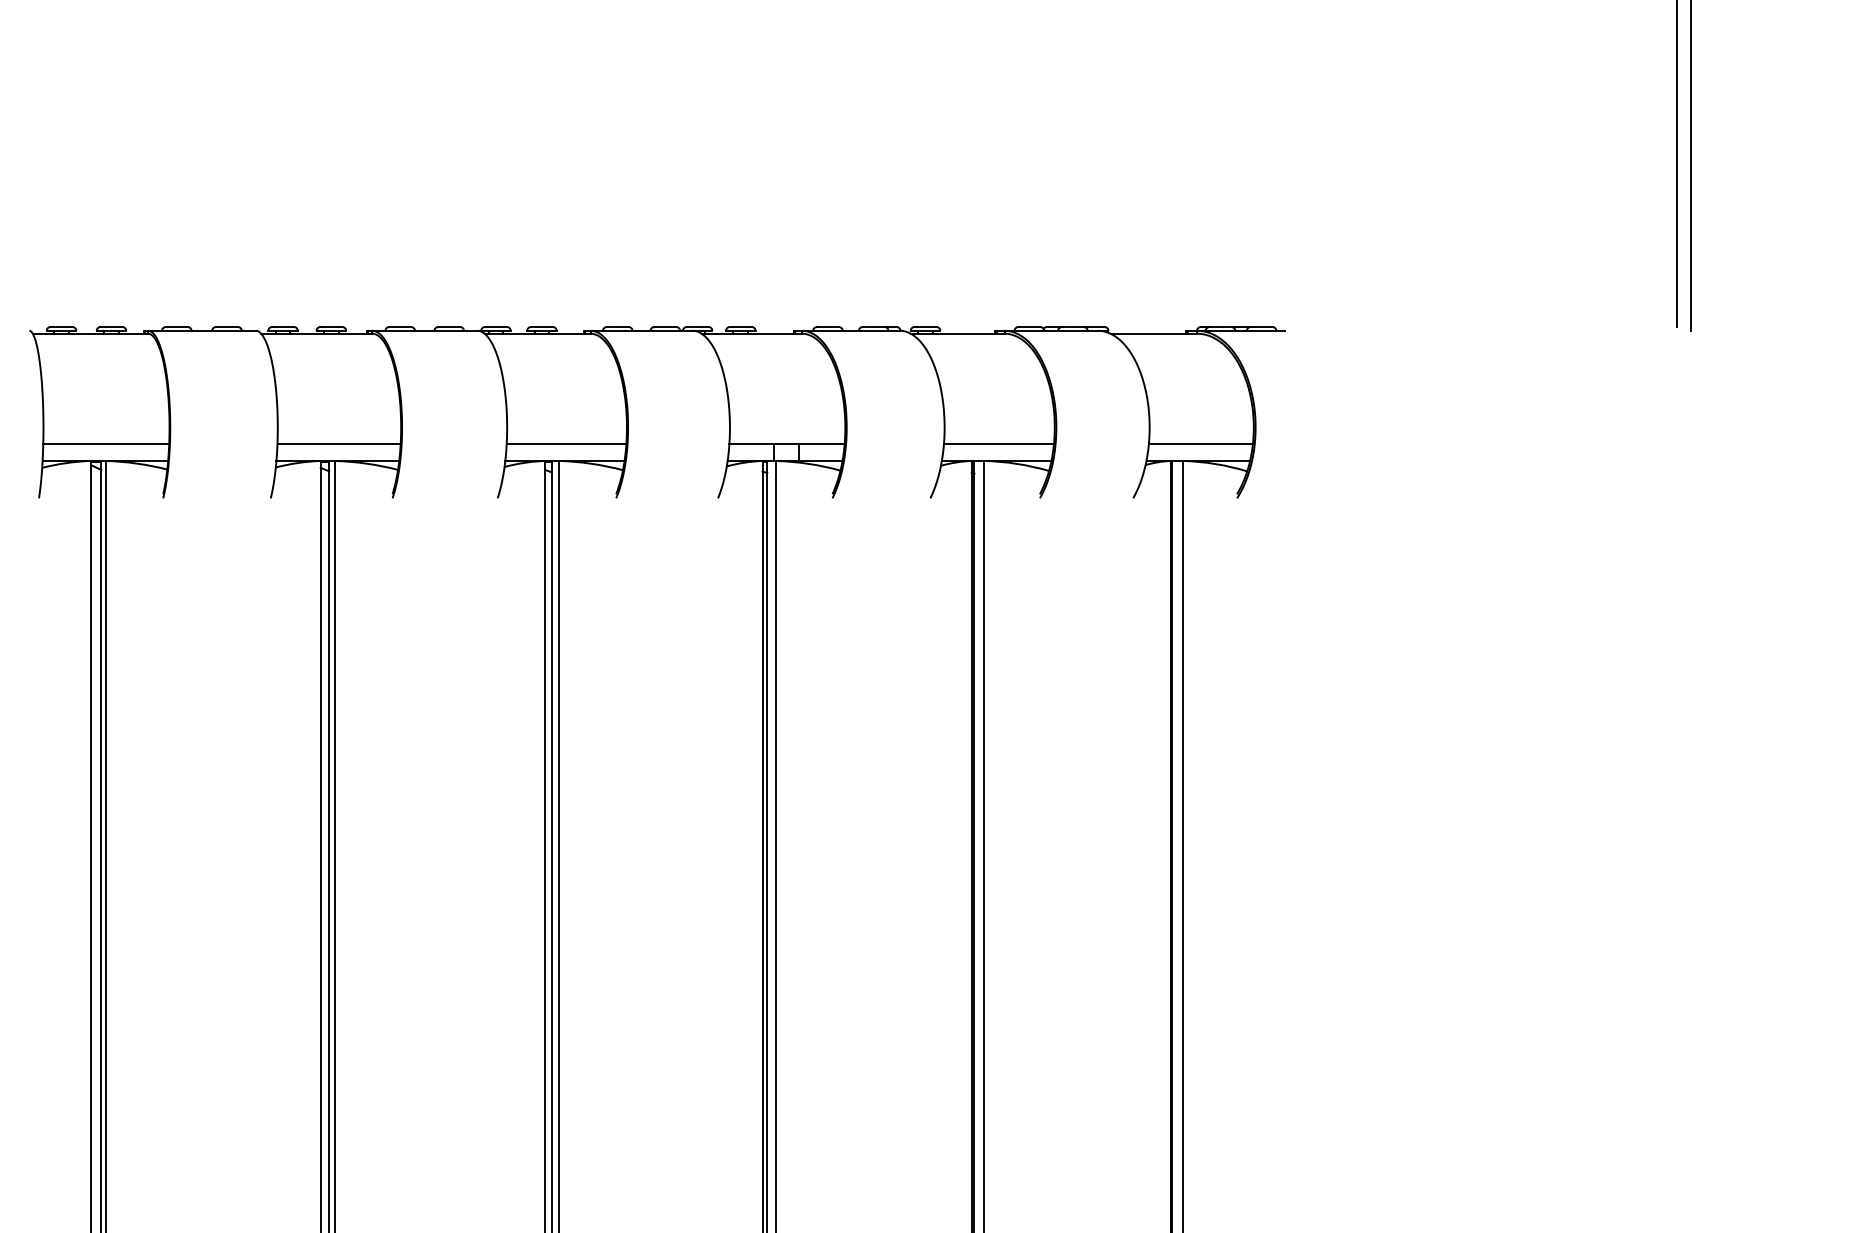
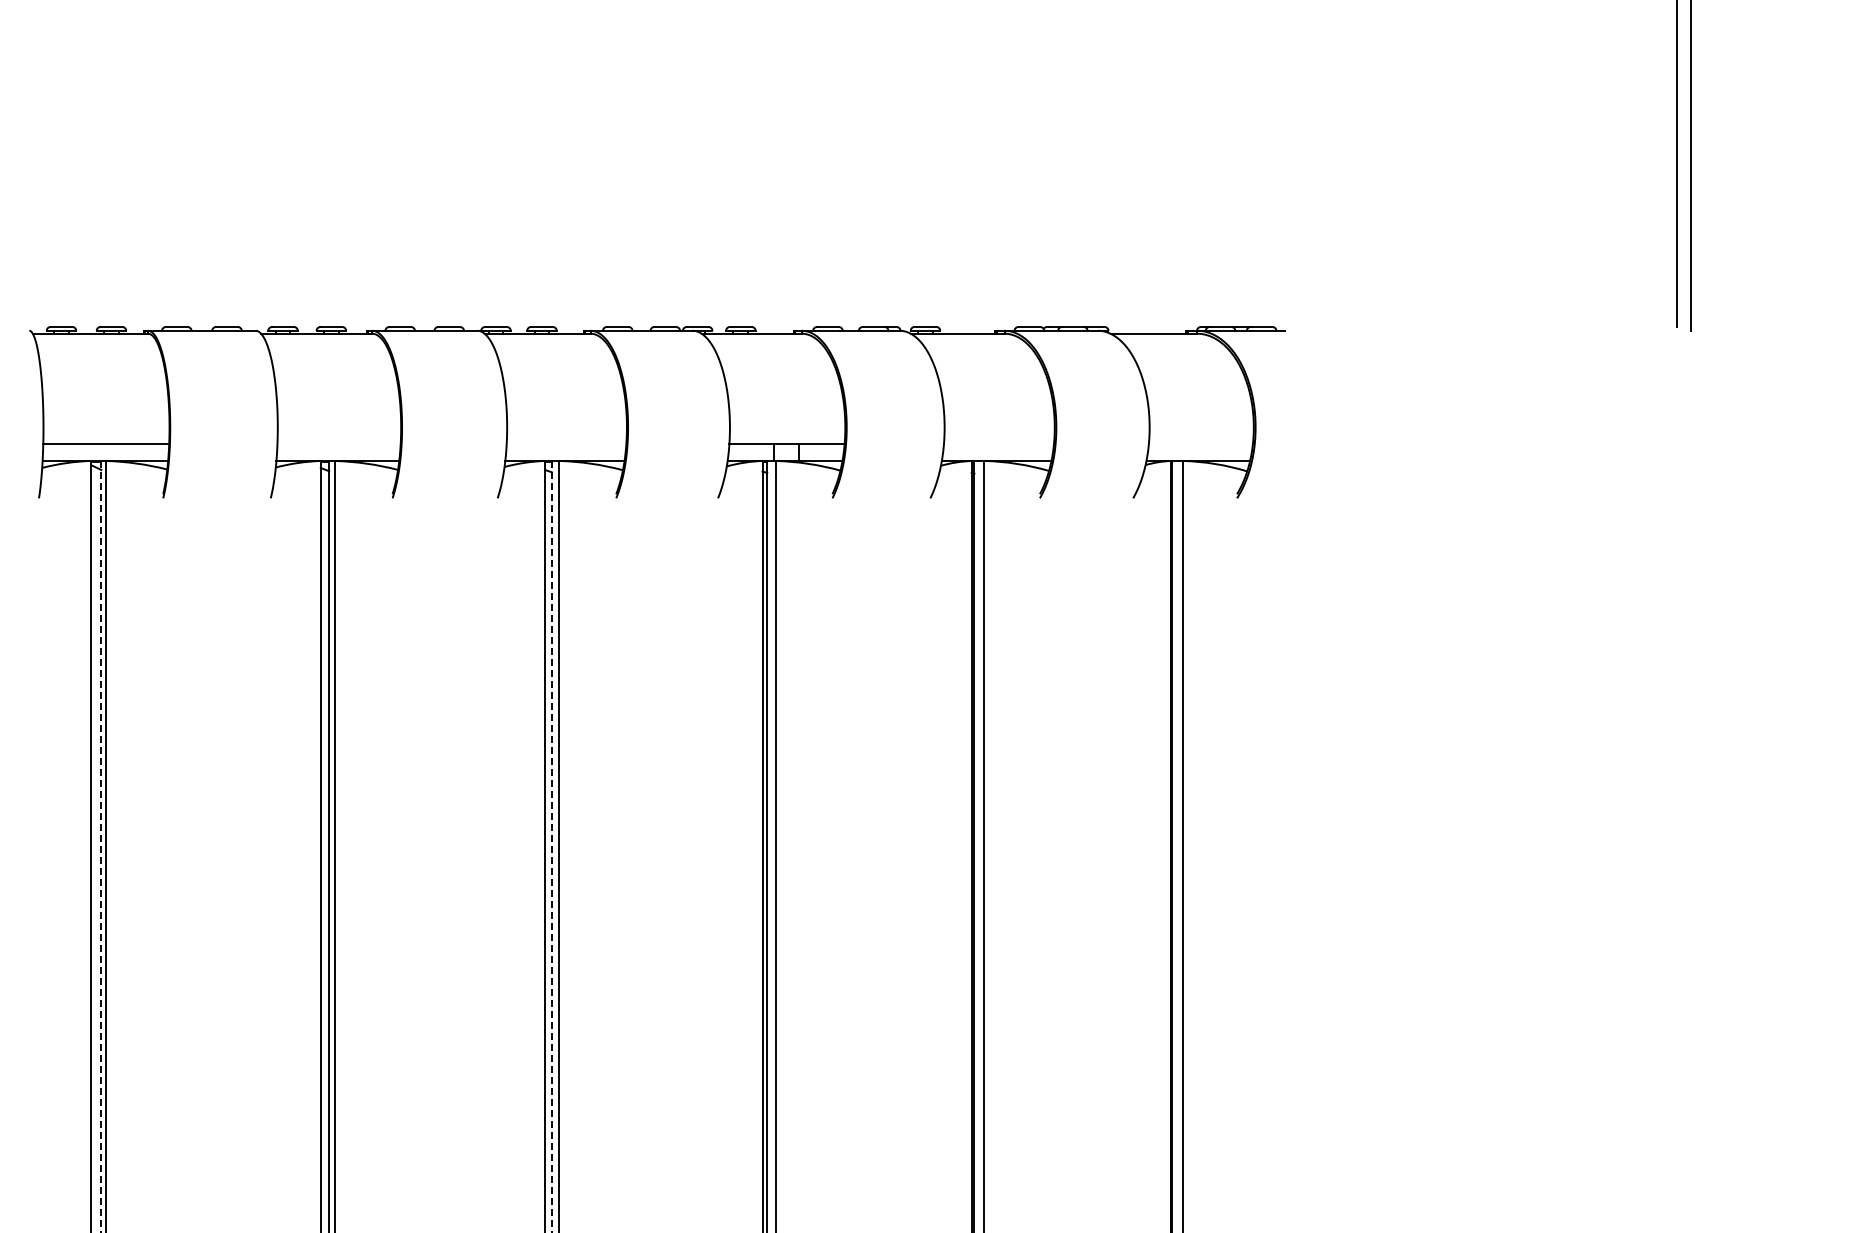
line at (338, 444): present -> none
line at (566, 444): present -> none
line at (998, 444): present -> none
line at (1200, 444): present -> none
line at (101, 846): solid -> dashed
line at (551, 846): solid -> dashed
